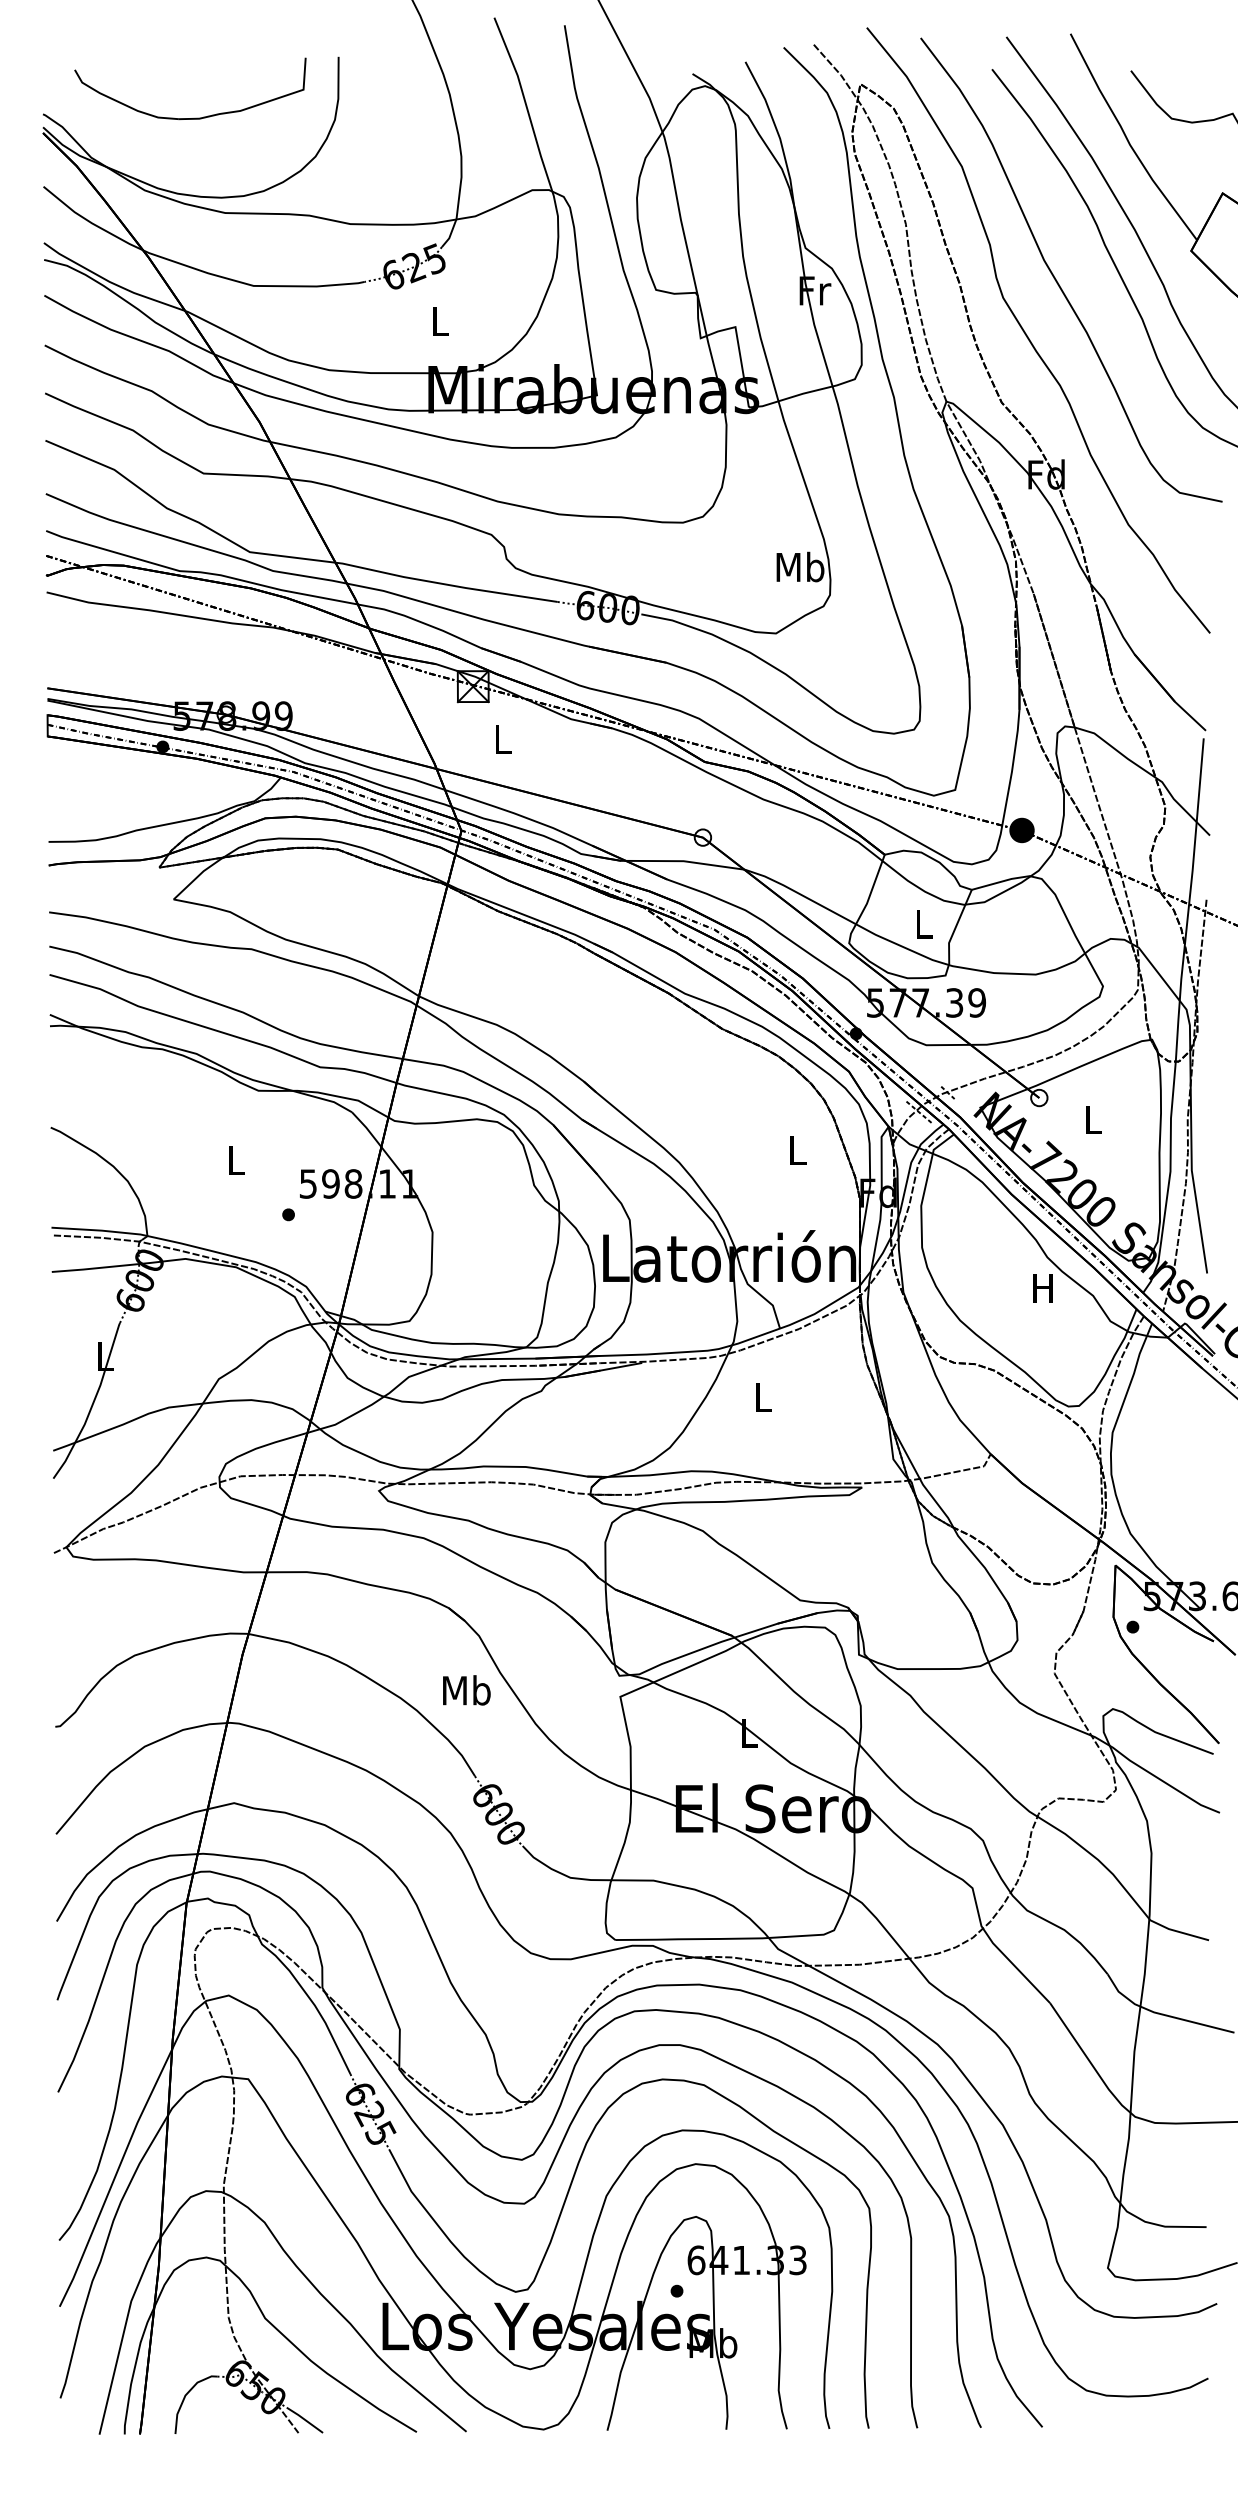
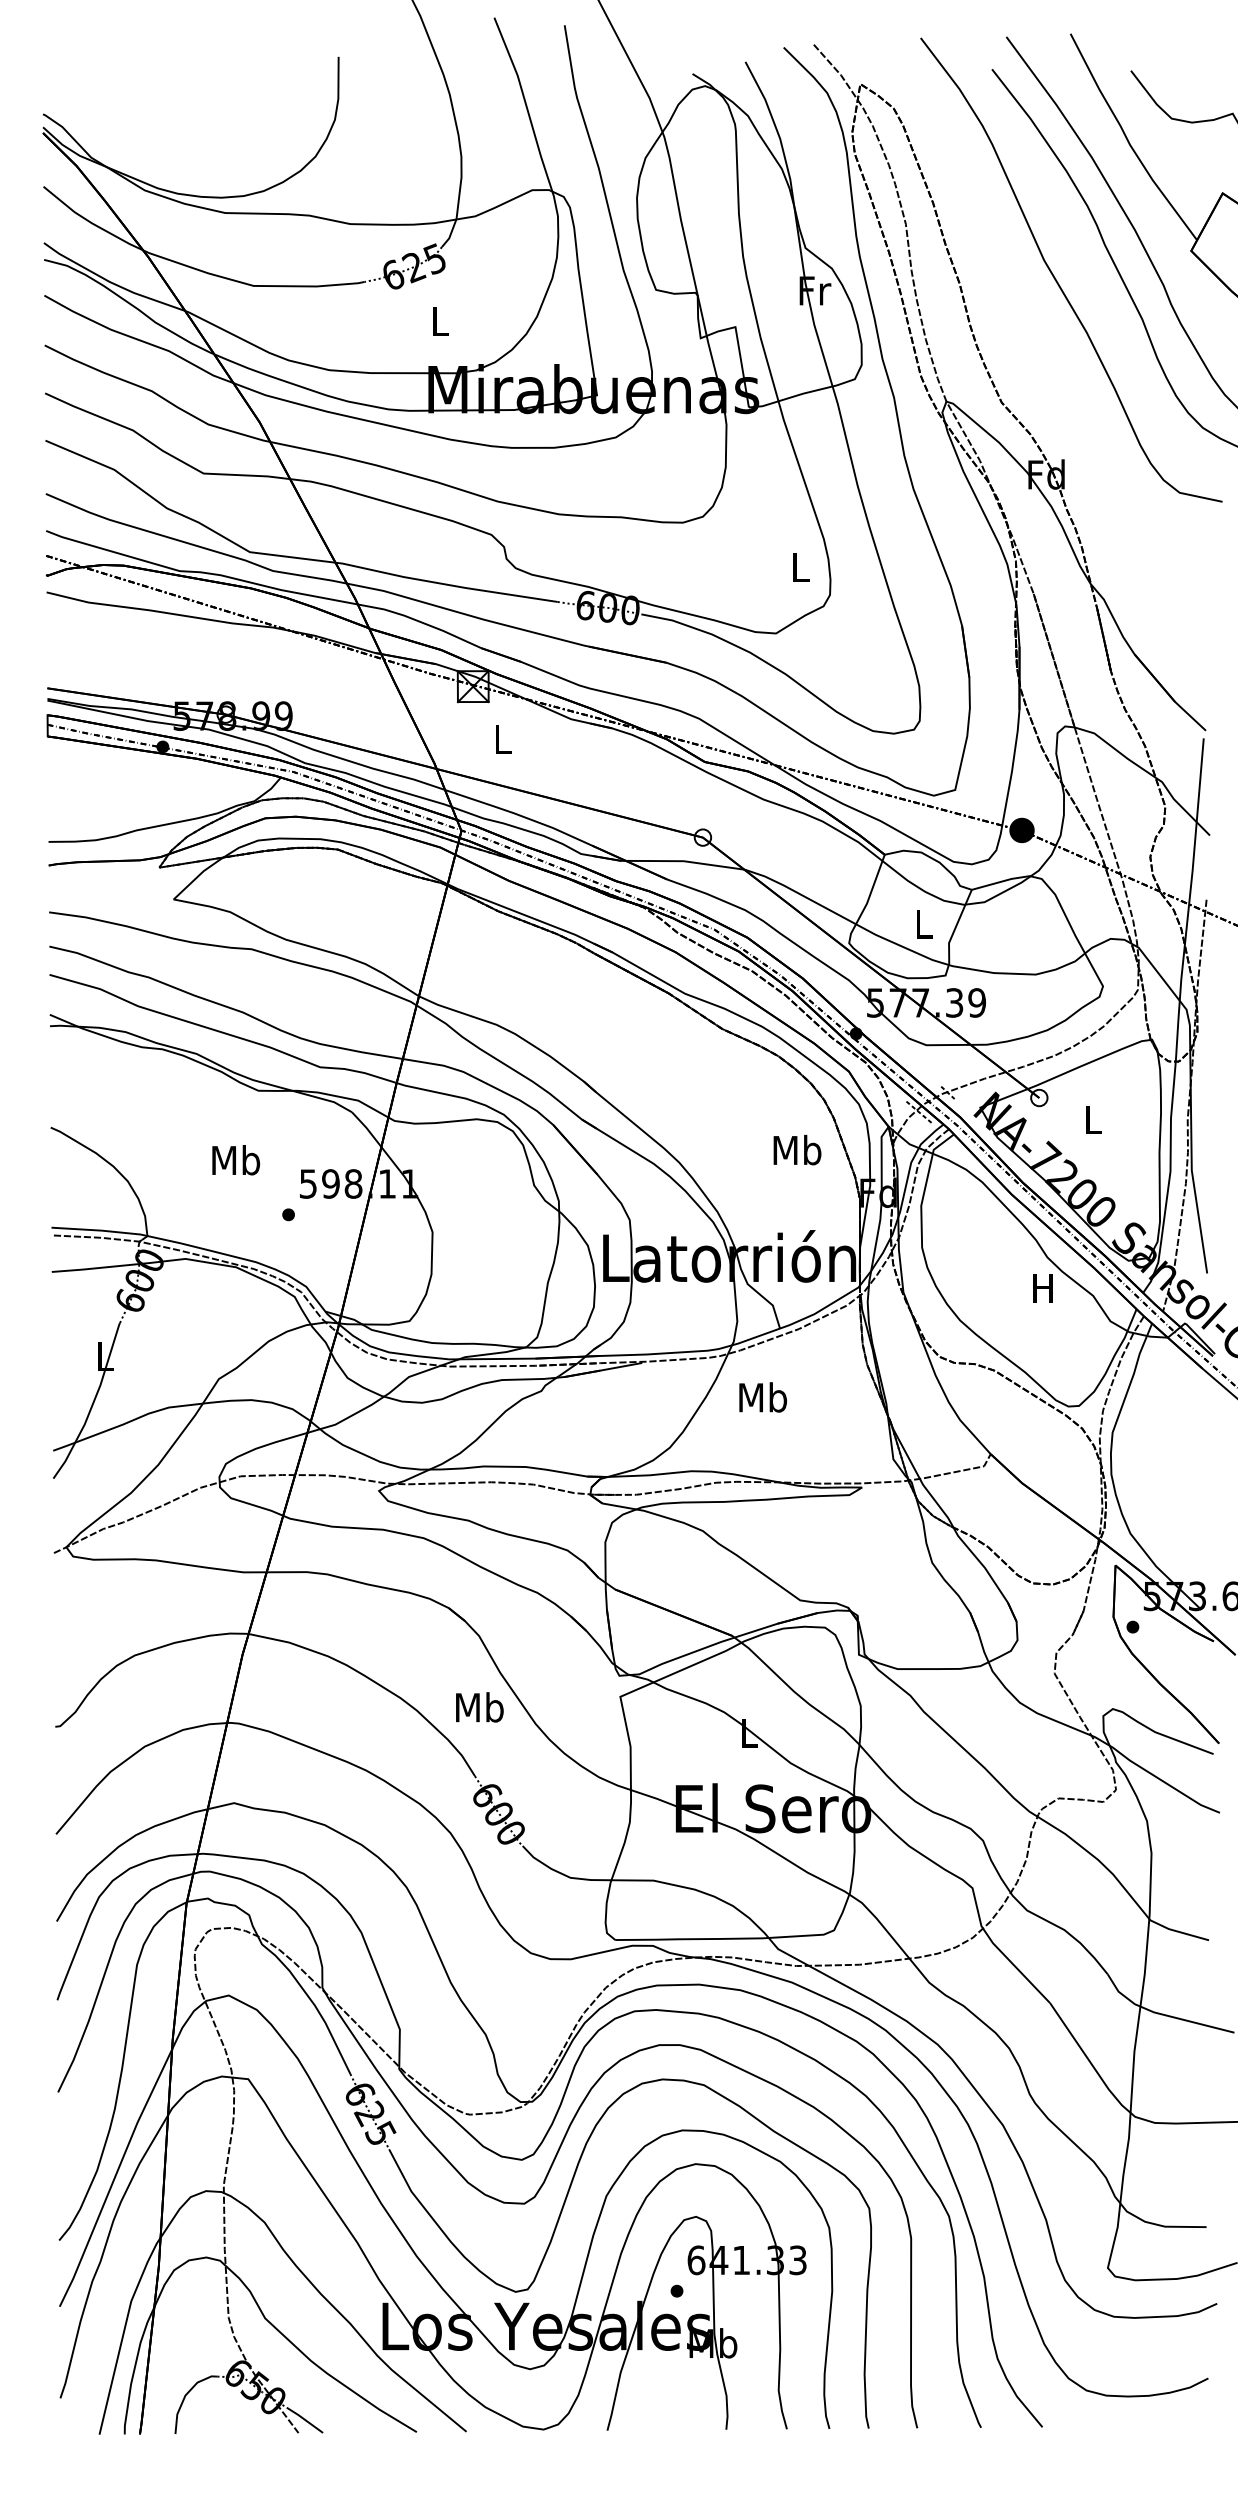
part at (194, 117): present -> none
curve at (1028, 336): present -> none
text at (800, 566): Mb -> L
text at (797, 1149): L -> Mb
text at (236, 1160): L -> Mb
text at (763, 1397): L -> Mb
text at (466, 1690) position: (466, 1690) -> (479, 1707)
